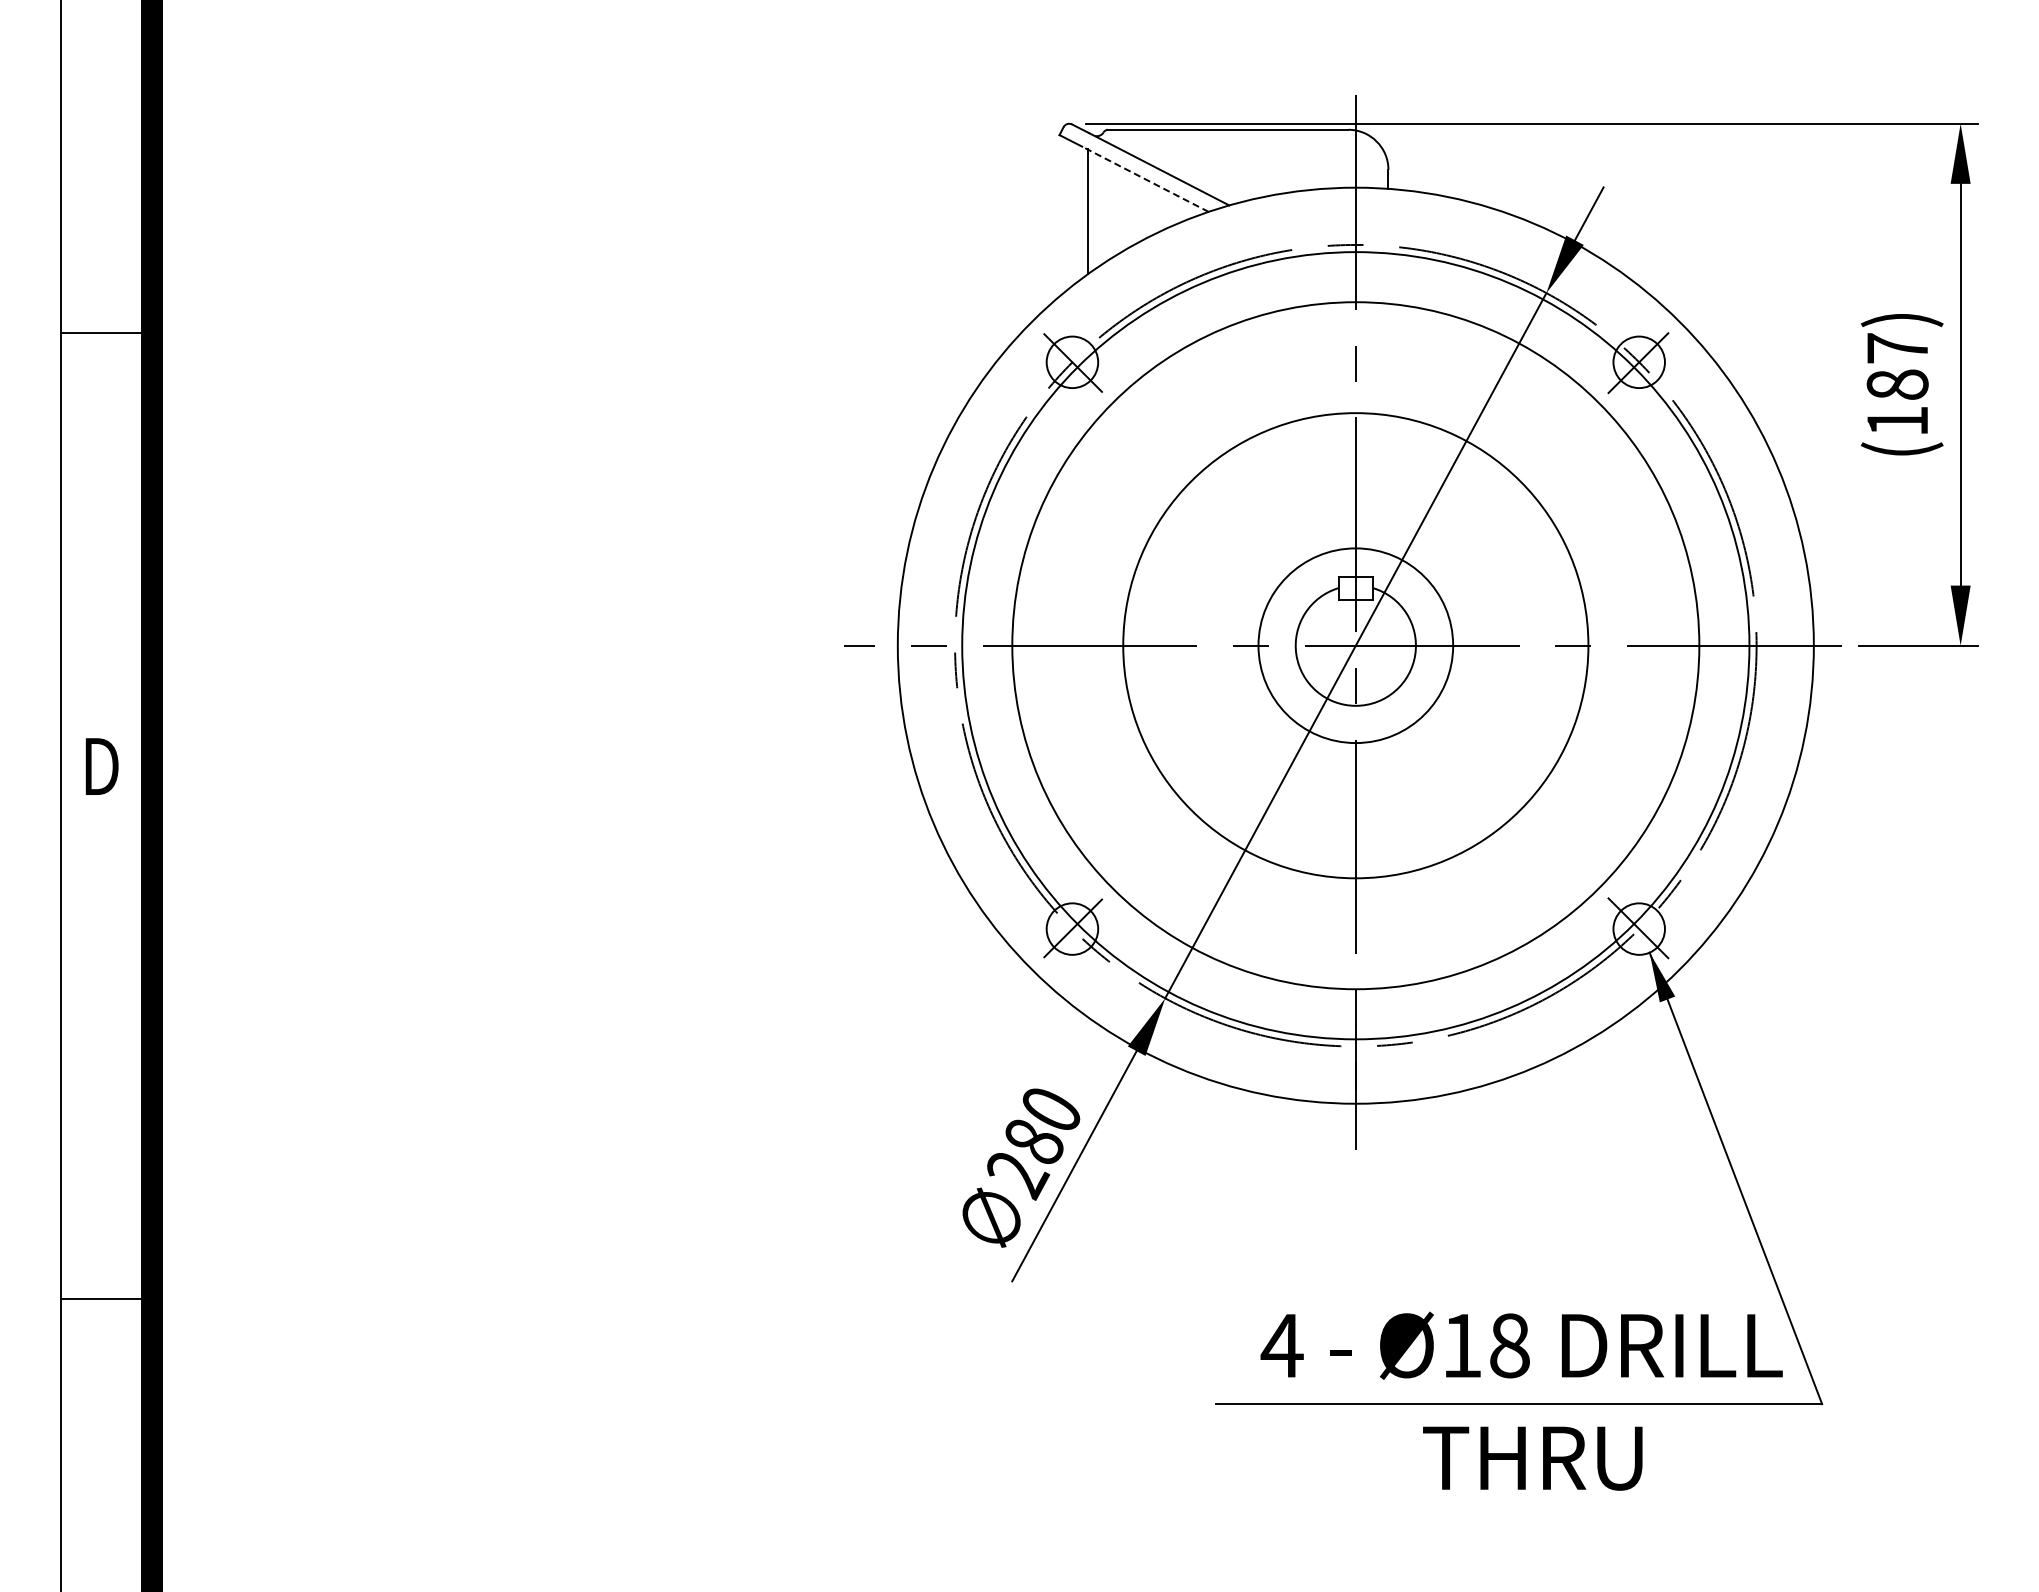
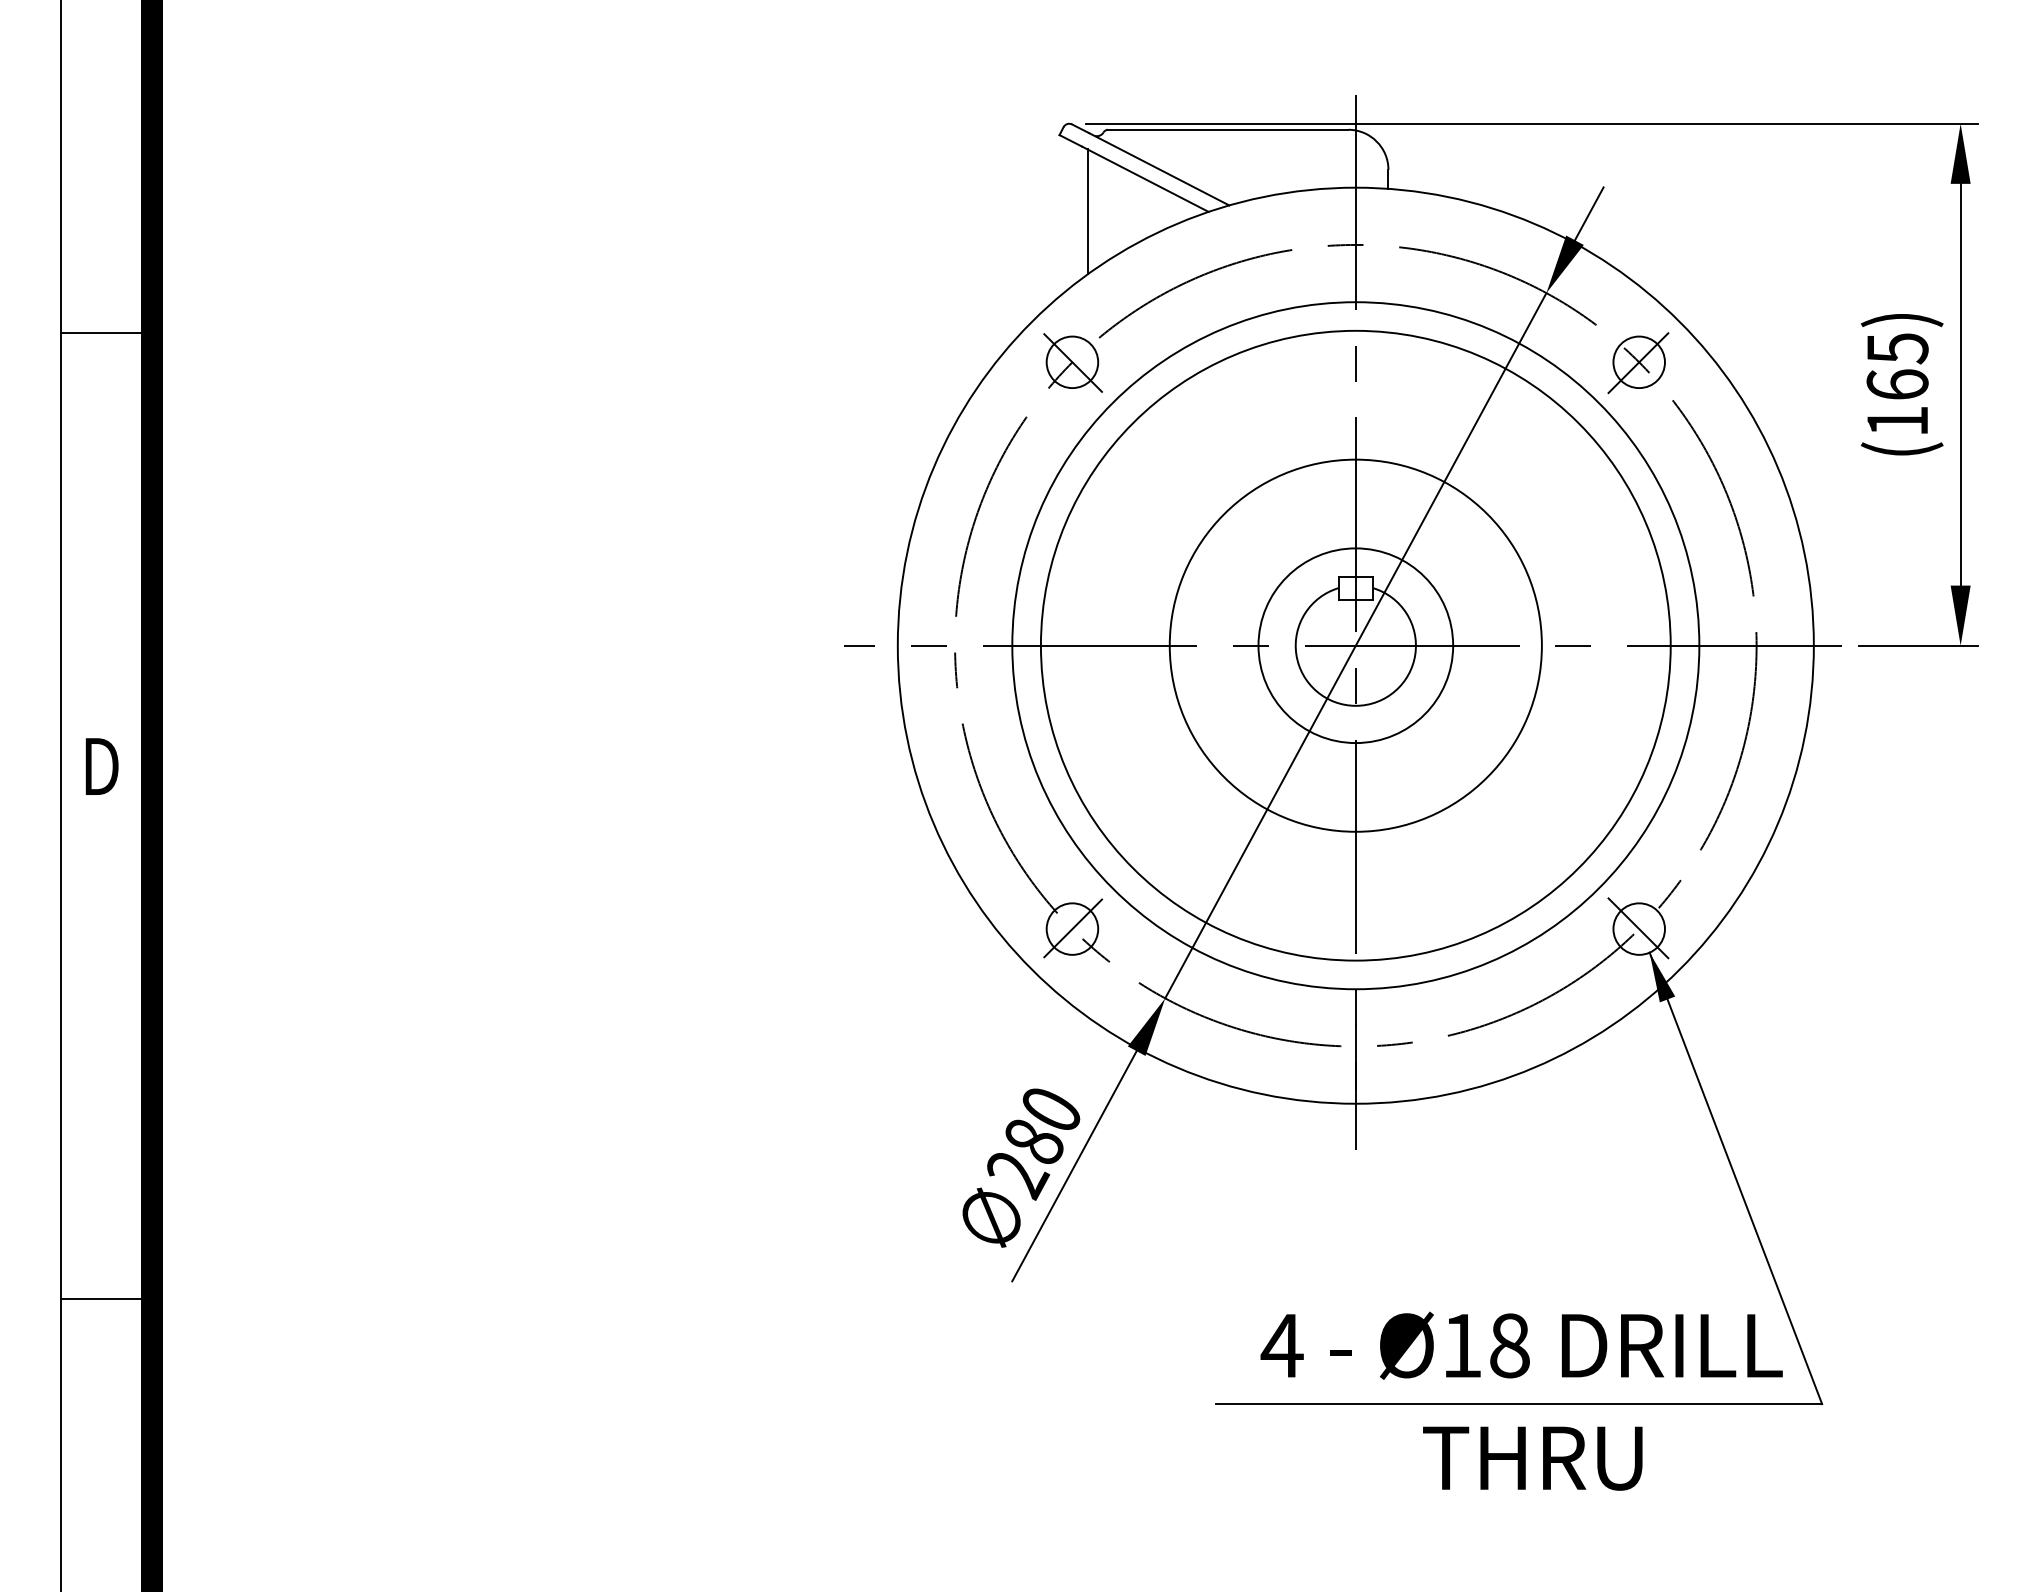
line at (1145, 179): dashed -> solid
text at (1897, 366): (187) -> (165)
circle at (1355, 645) diameter: 465 px -> 372 px
circle at (1355, 645) diameter: 787 px -> 630 px
